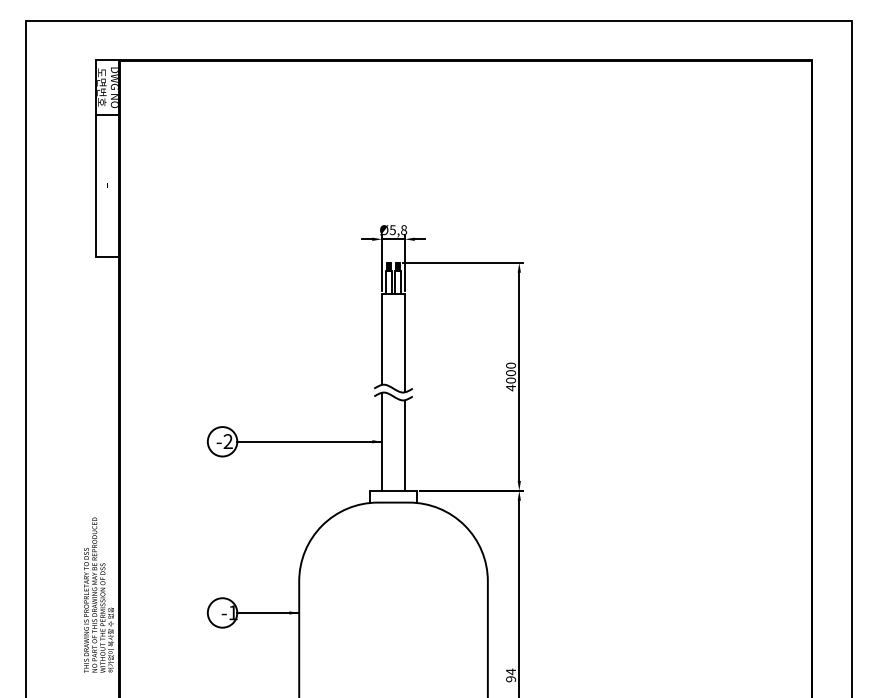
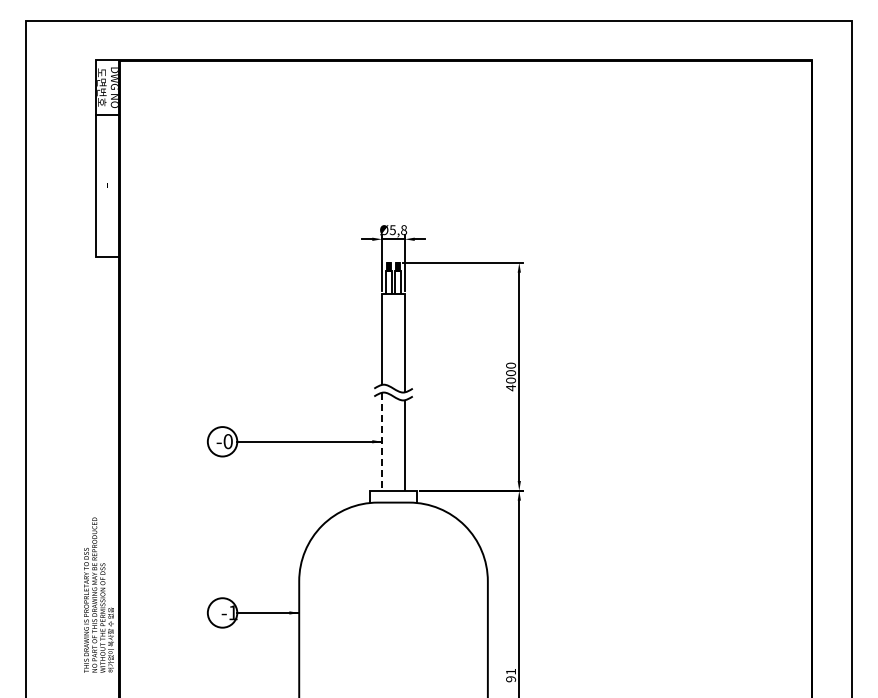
text at (227, 441): -2 -> -0
line at (382, 442): solid -> dashed
text at (510, 671): 94 -> 91
